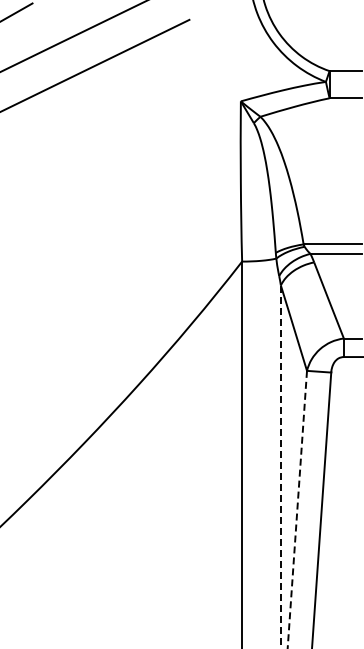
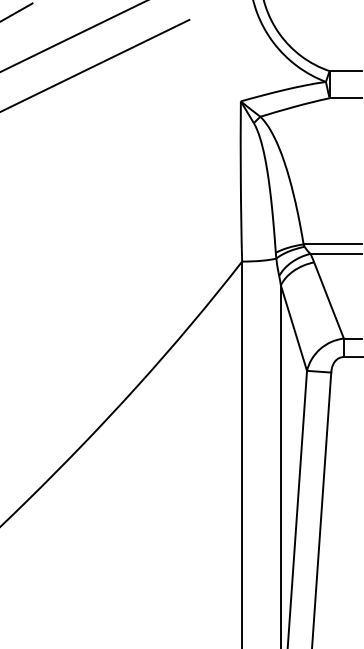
line at (280, 467): dashed -> solid
line at (297, 509): dashed -> solid
